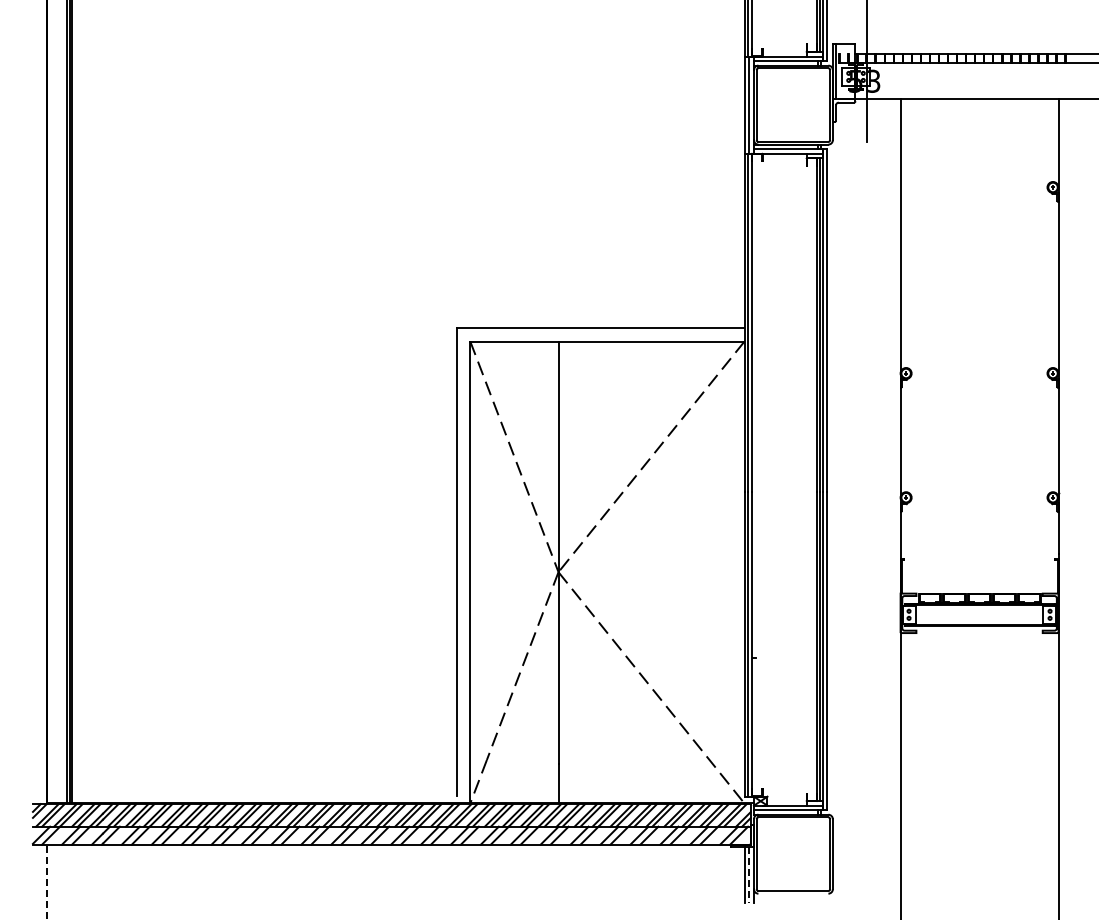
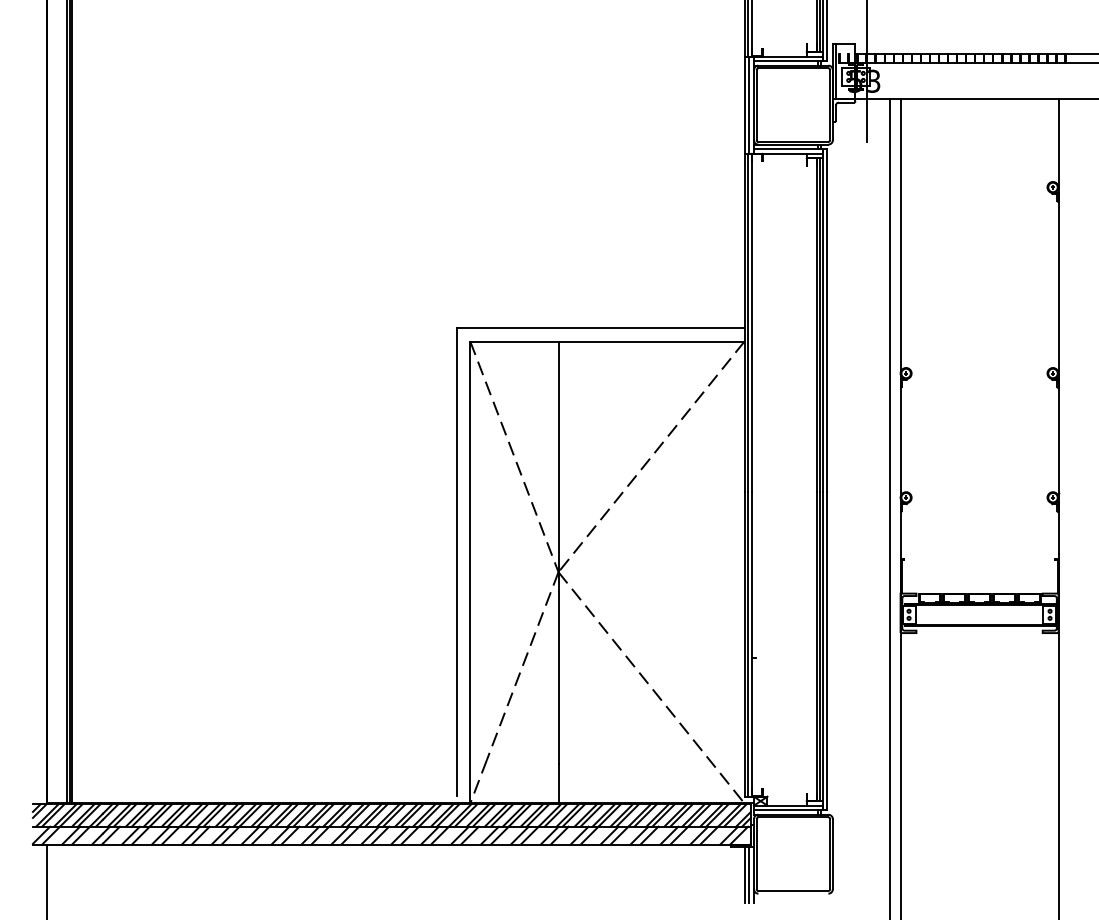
line at (890, 507): none -> present
line at (749, 875): dashed -> solid
line at (46, 881): dashed -> solid
